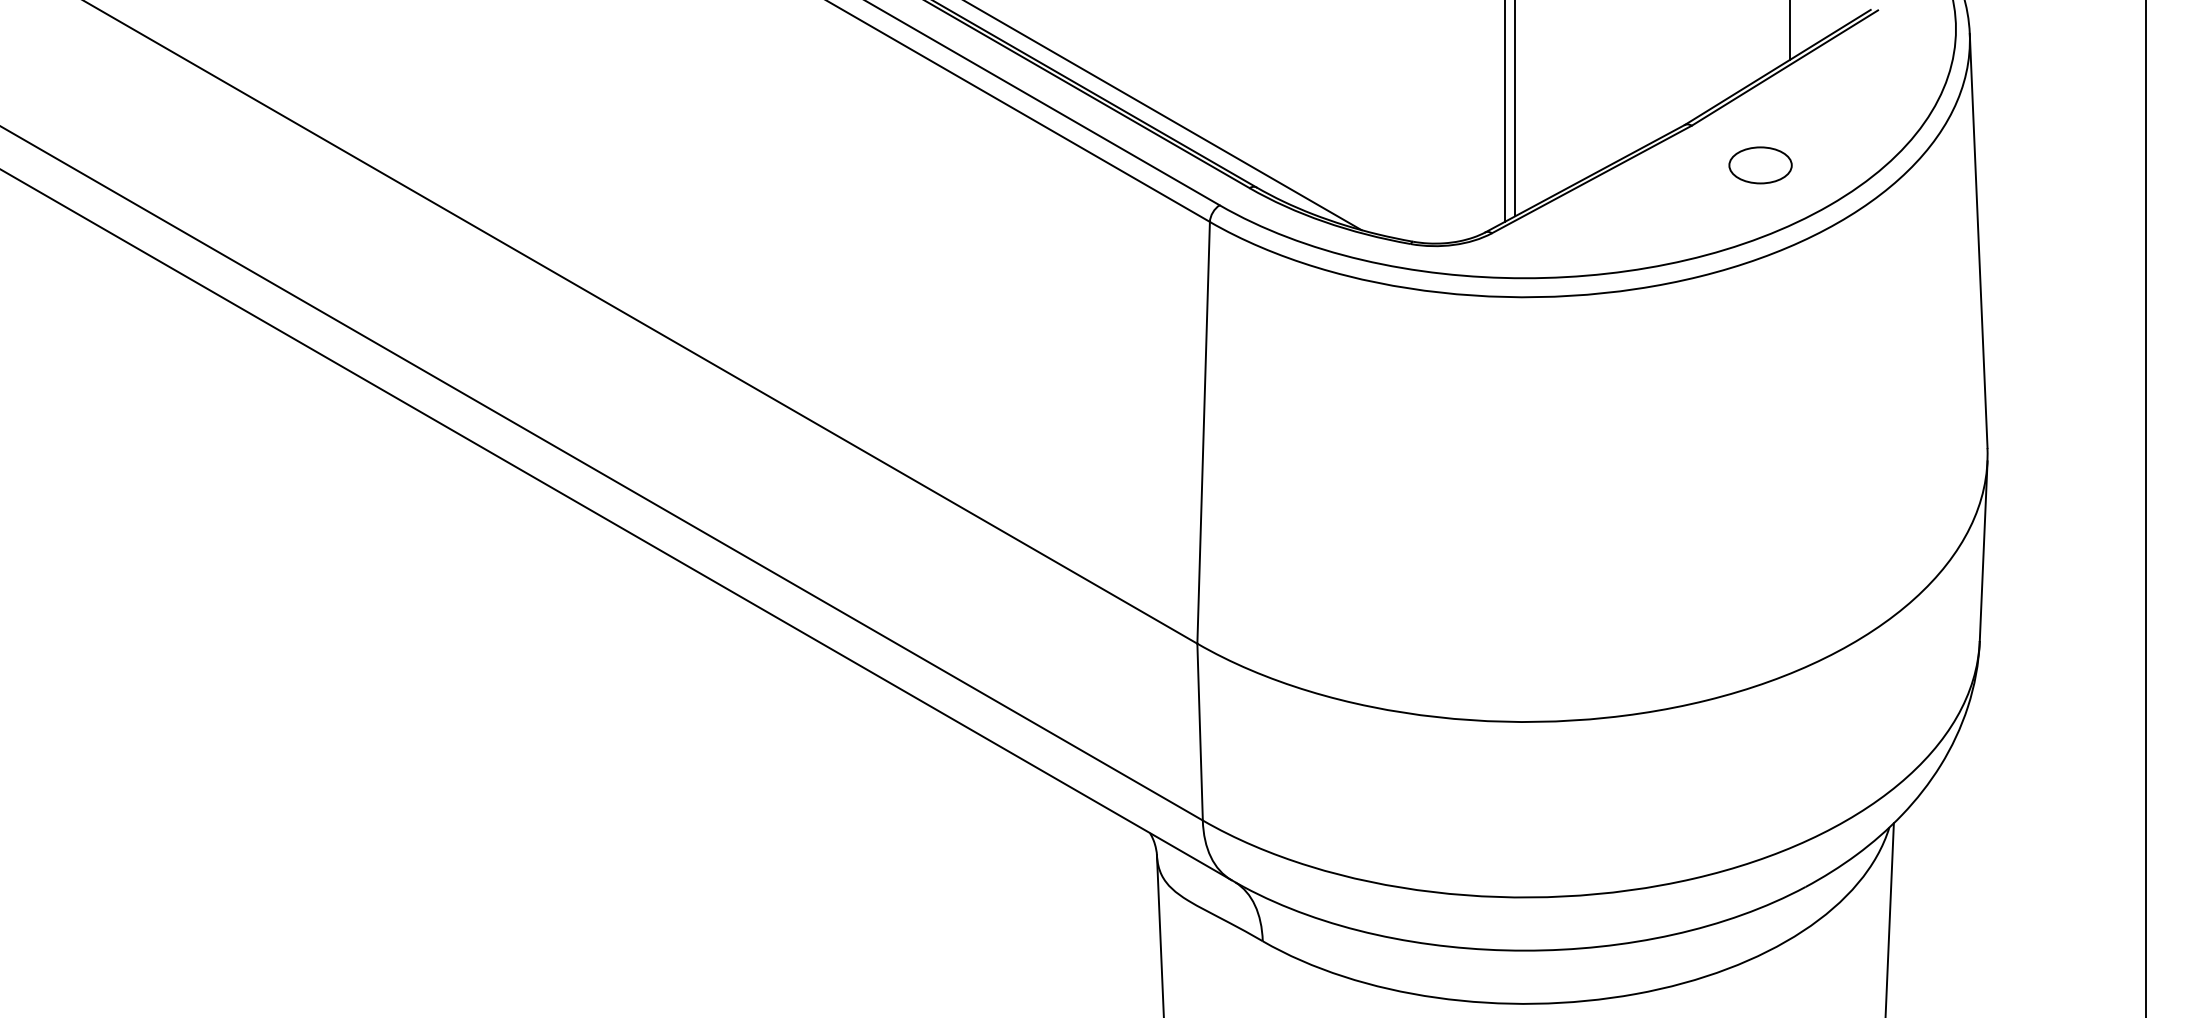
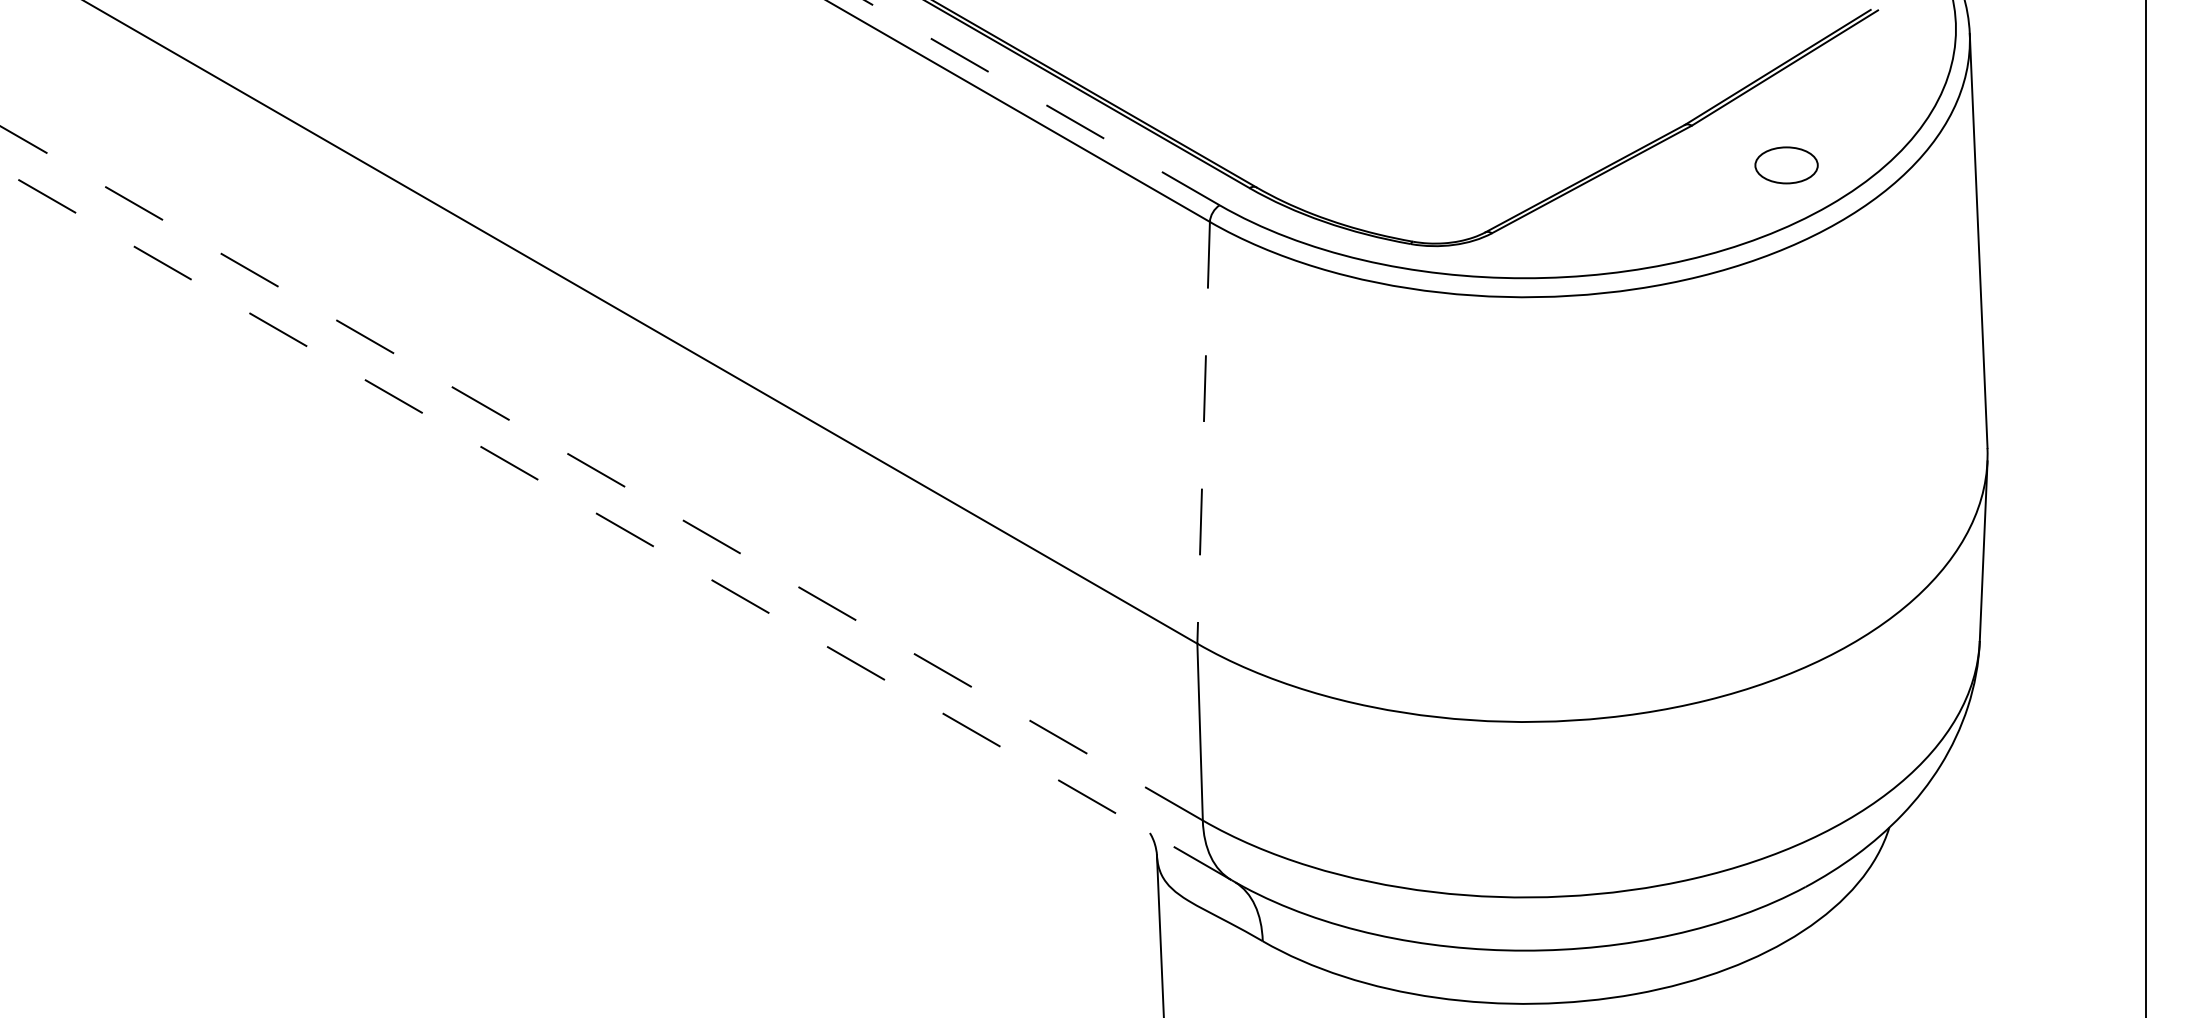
line at (1790, 30): present -> none
line at (1042, 102): solid -> dashed
line at (1515, 109): present -> none
line at (1505, 111): present -> none
line at (1163, 116): present -> none
part at (1760, 165) position: (1760, 165) -> (1786, 165)
line at (1203, 432): solid -> dashed
line at (601, 473): solid -> dashed
line at (615, 524): solid -> dashed
line at (1889, 918): present -> none
